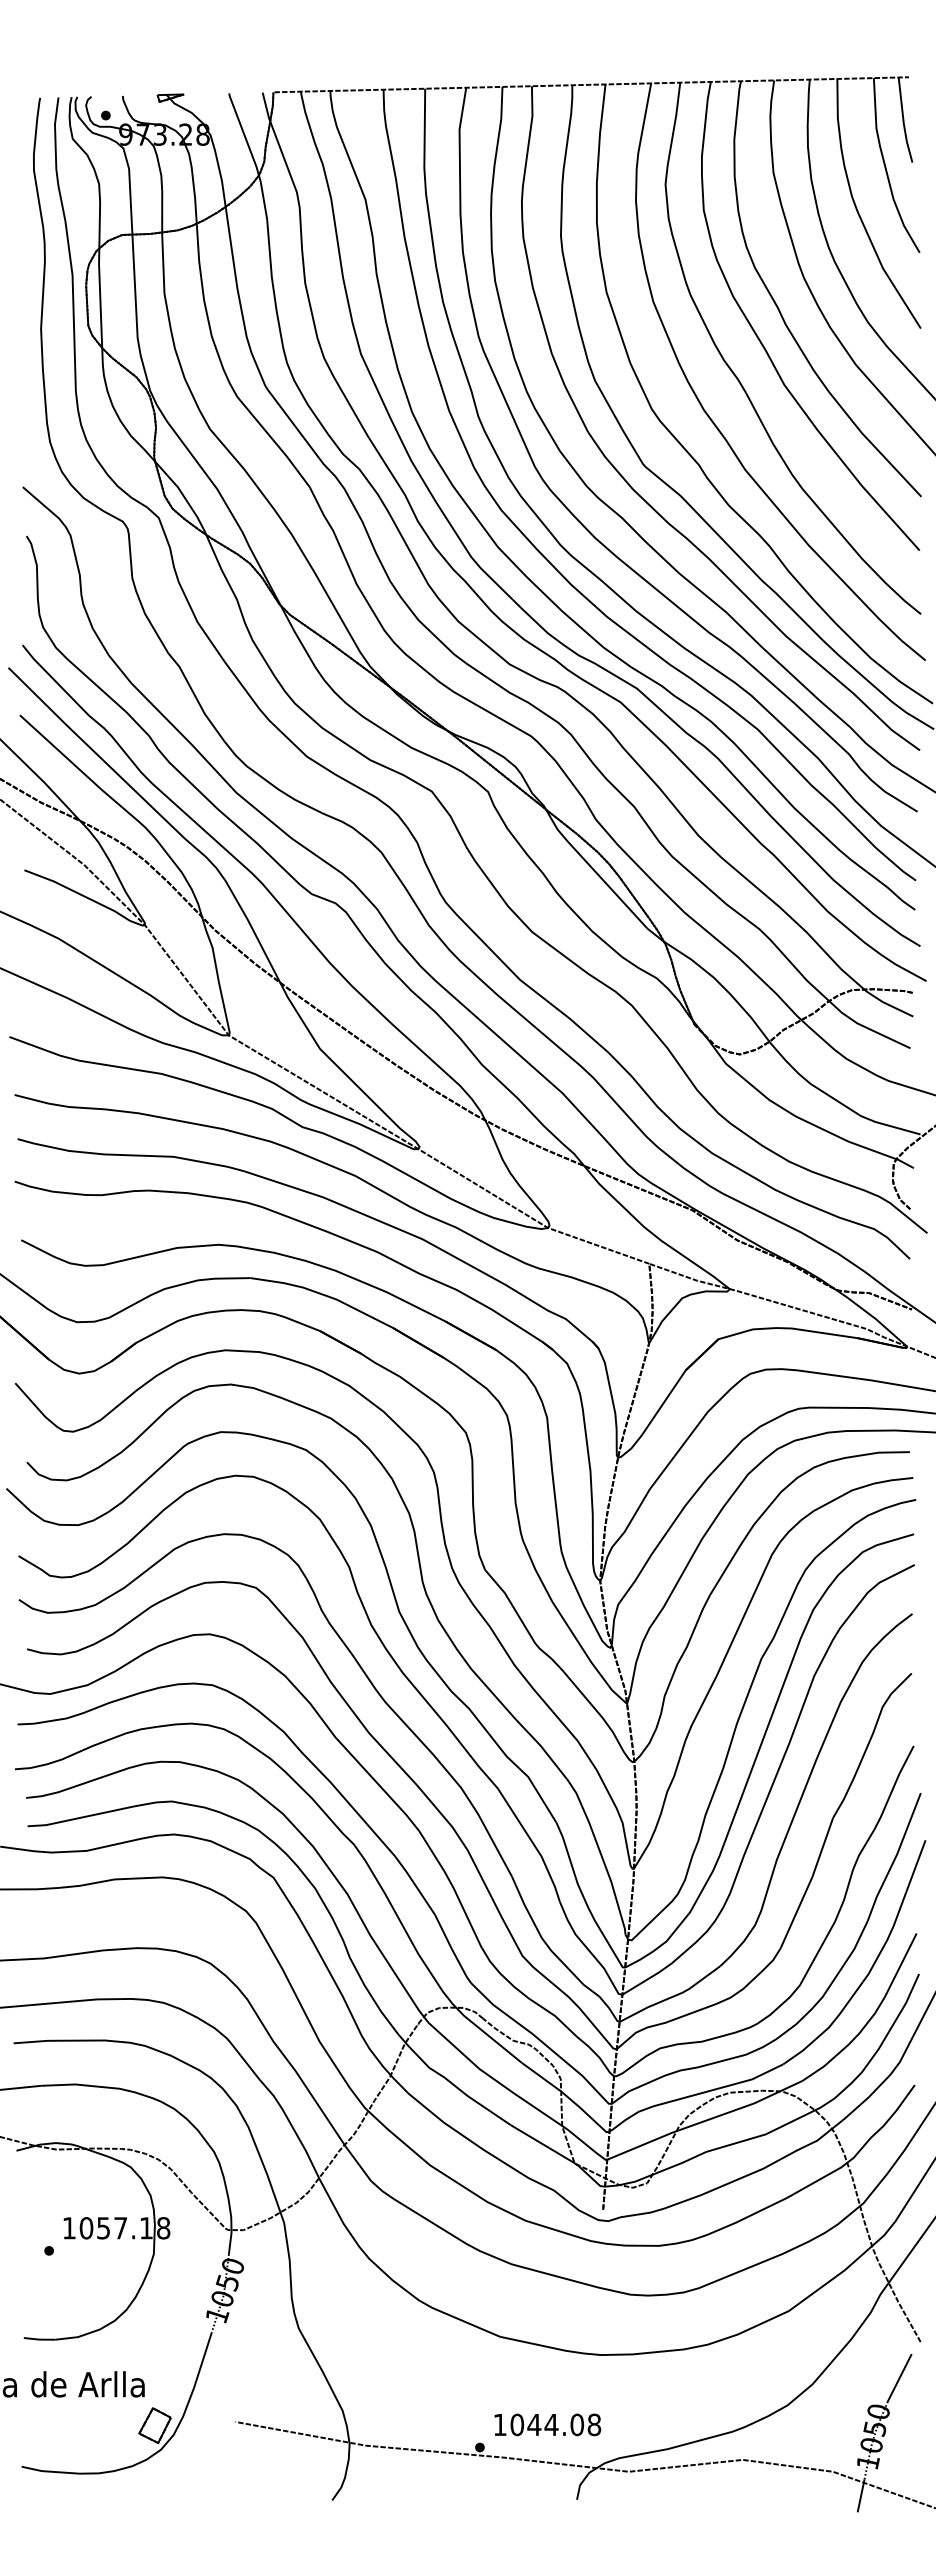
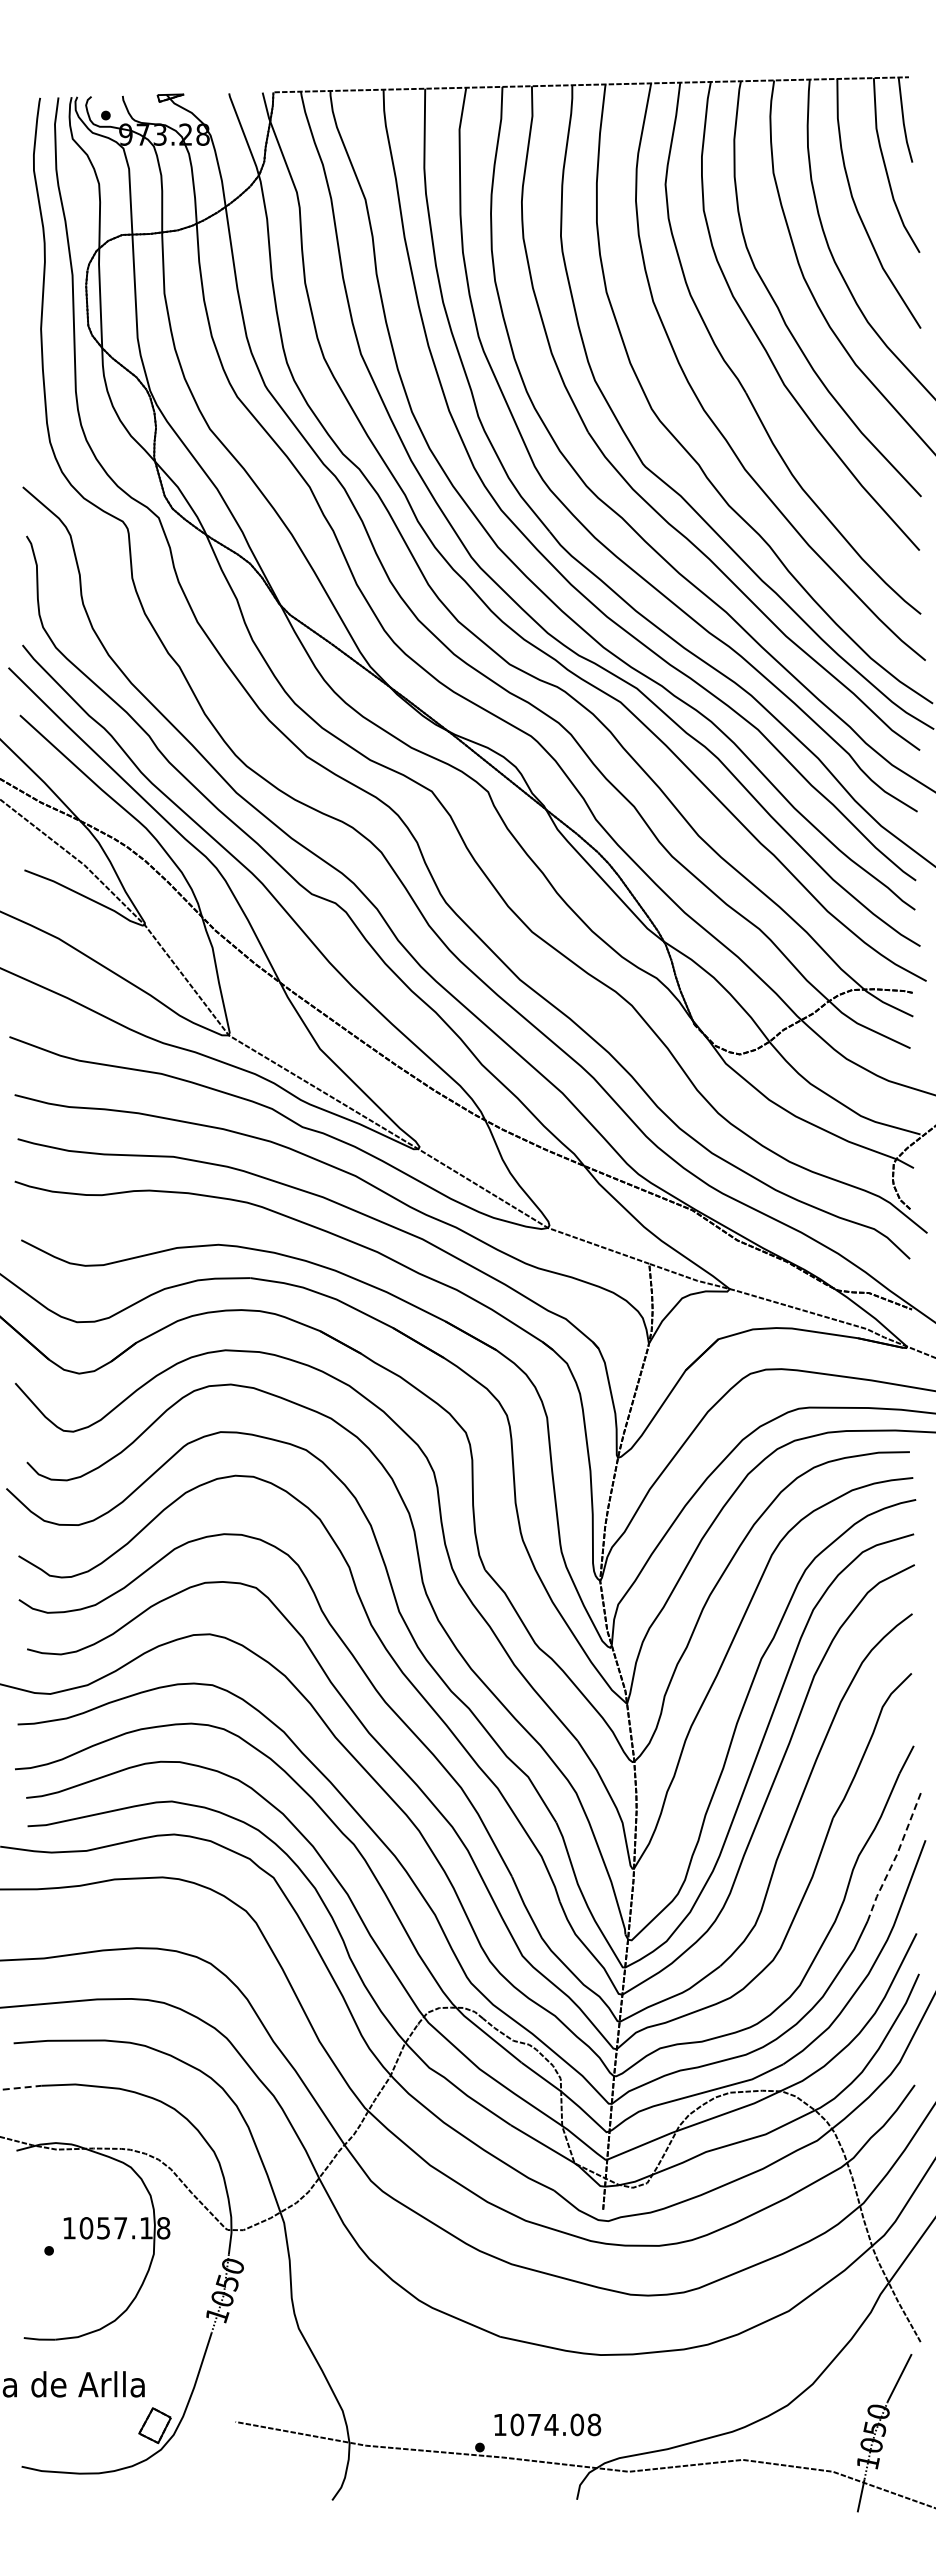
line at (895, 1858): solid -> dashed
line at (21, 2087): solid -> dashed
text at (534, 2424): 1044.08 -> 1074.08
